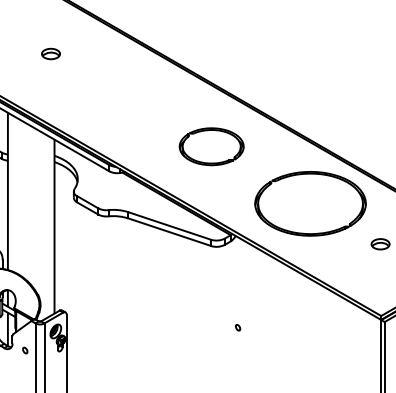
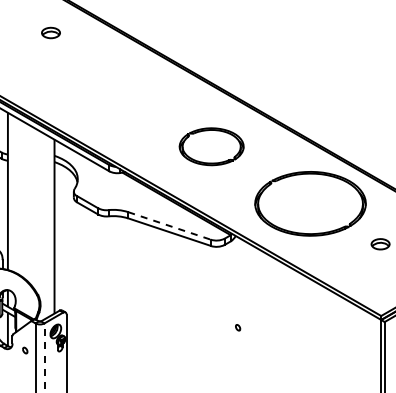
part at (50, 53) position: (50, 53) -> (50, 32)
line at (169, 225): solid -> dashed
line at (44, 357): solid -> dashed
